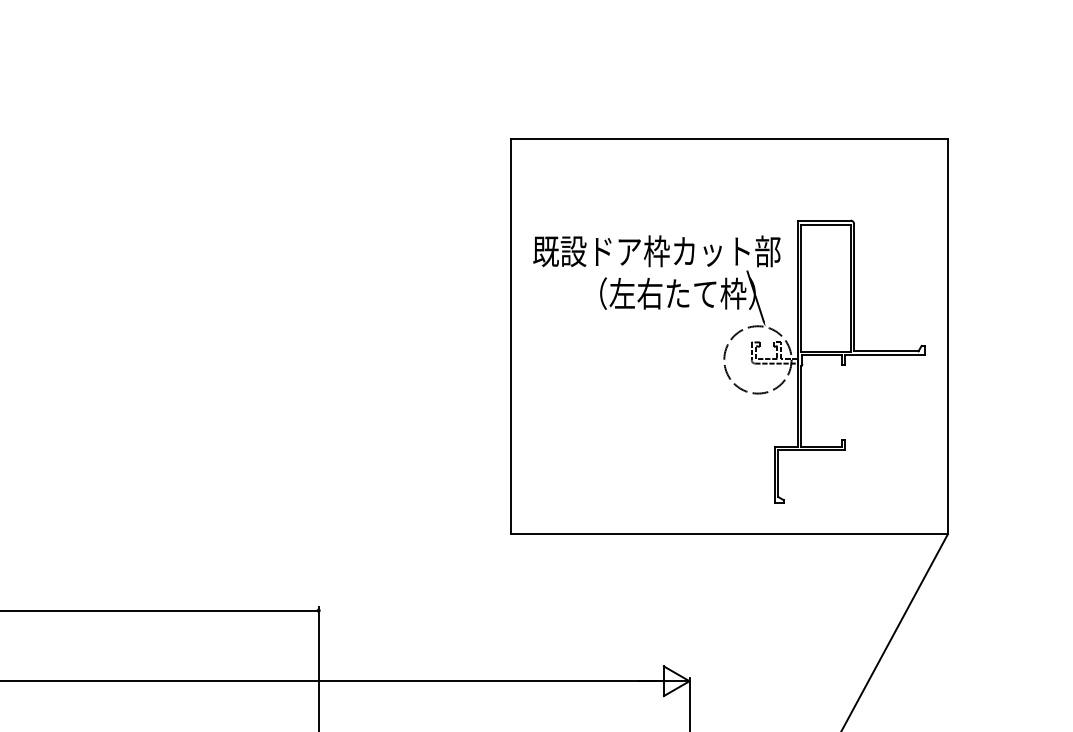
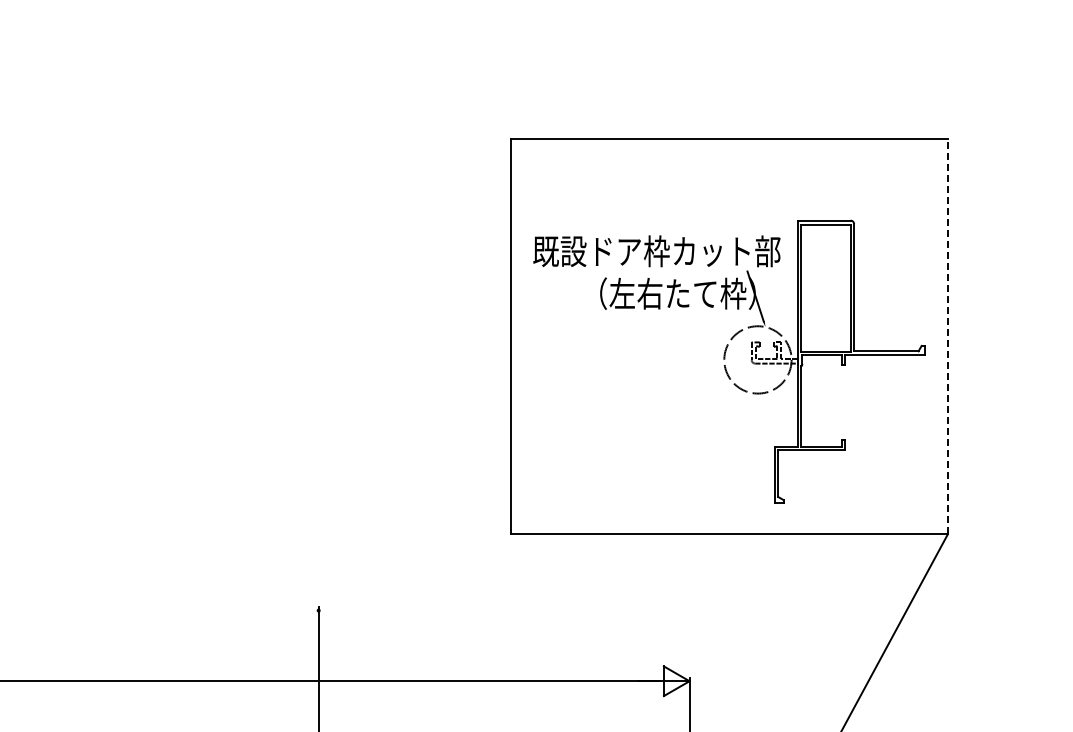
line at (947, 336): solid -> dashed
line at (160, 610): present -> none
